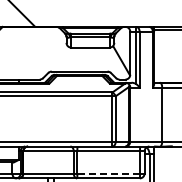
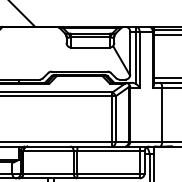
line at (166, 34): none -> present
line at (166, 77): none -> present
line at (108, 173): dashed -> solid
